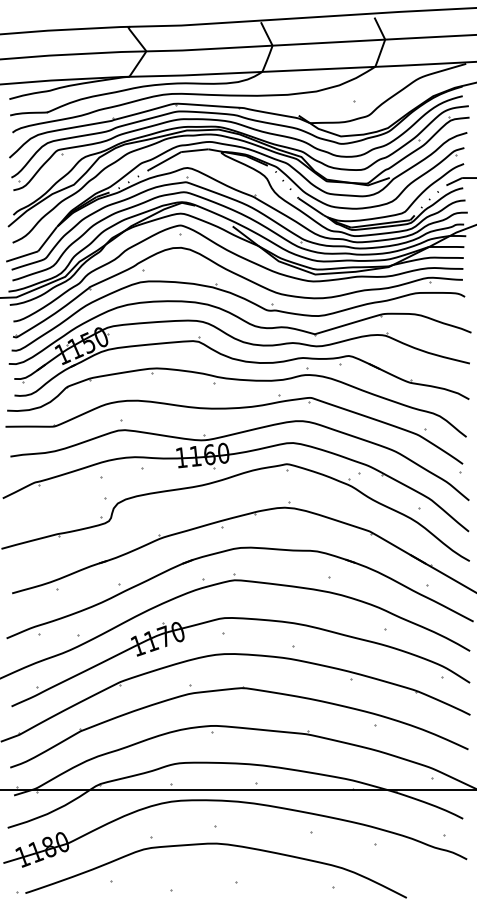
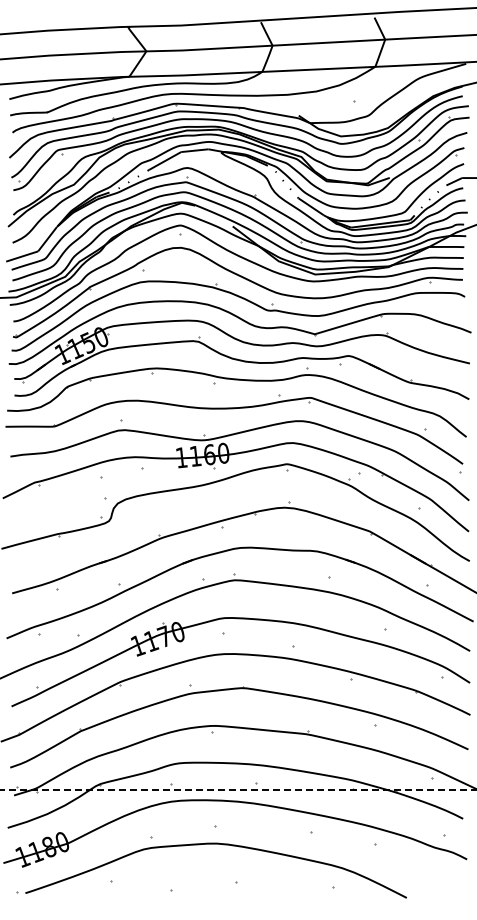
line at (238, 789): solid -> dashed
